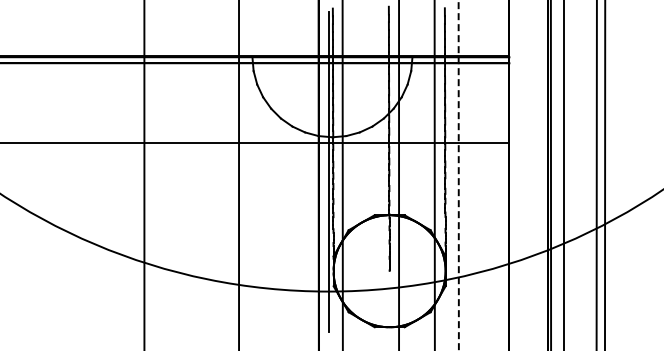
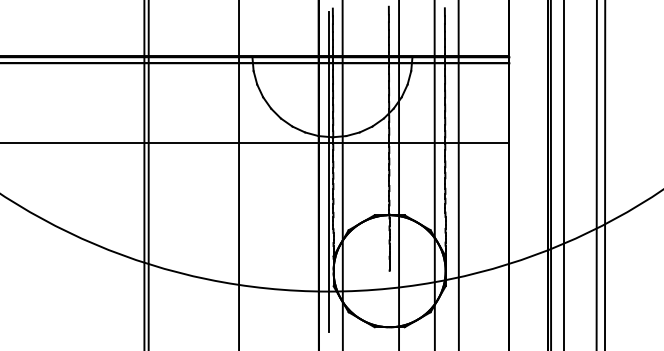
line at (148, 174): none -> present
line at (458, 175): dashed -> solid
